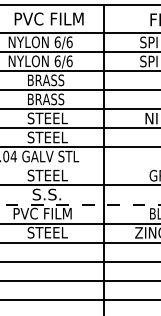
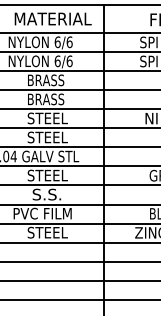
text at (53, 18): PVC FILM -> MATERIAL
line at (79, 166): none -> present
line at (80, 204): dashed -> solid
